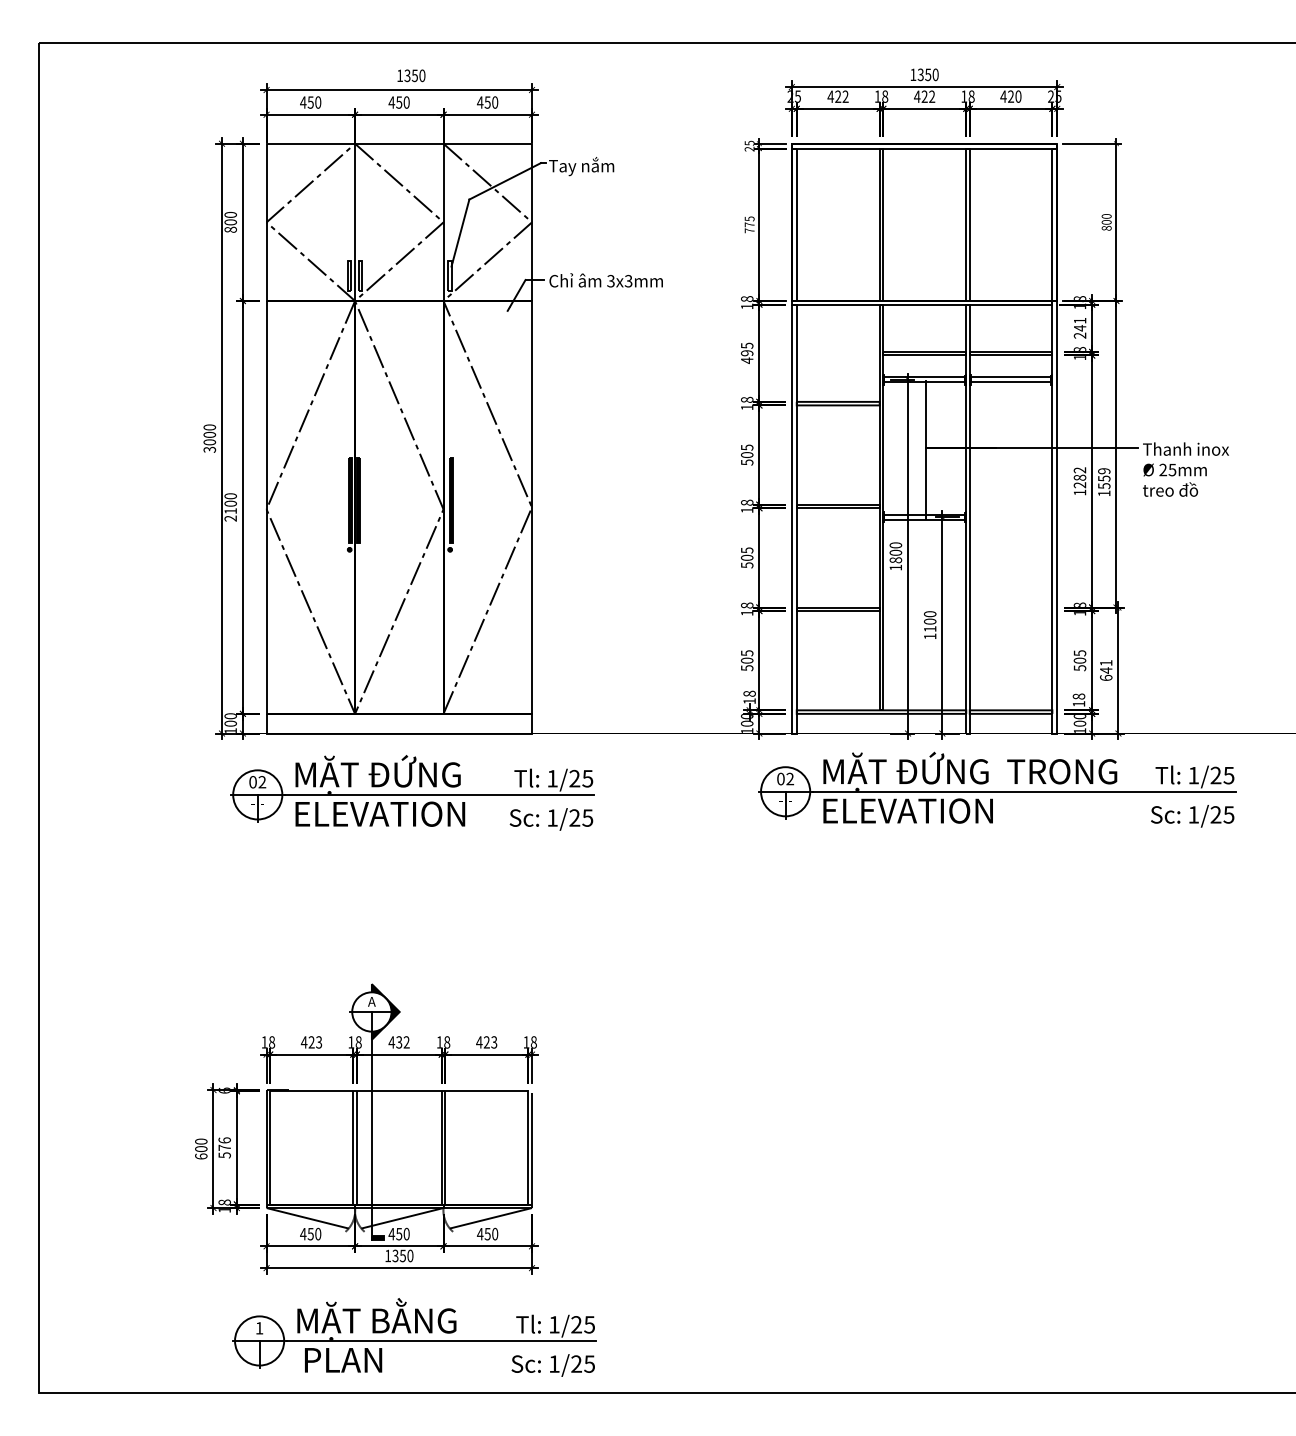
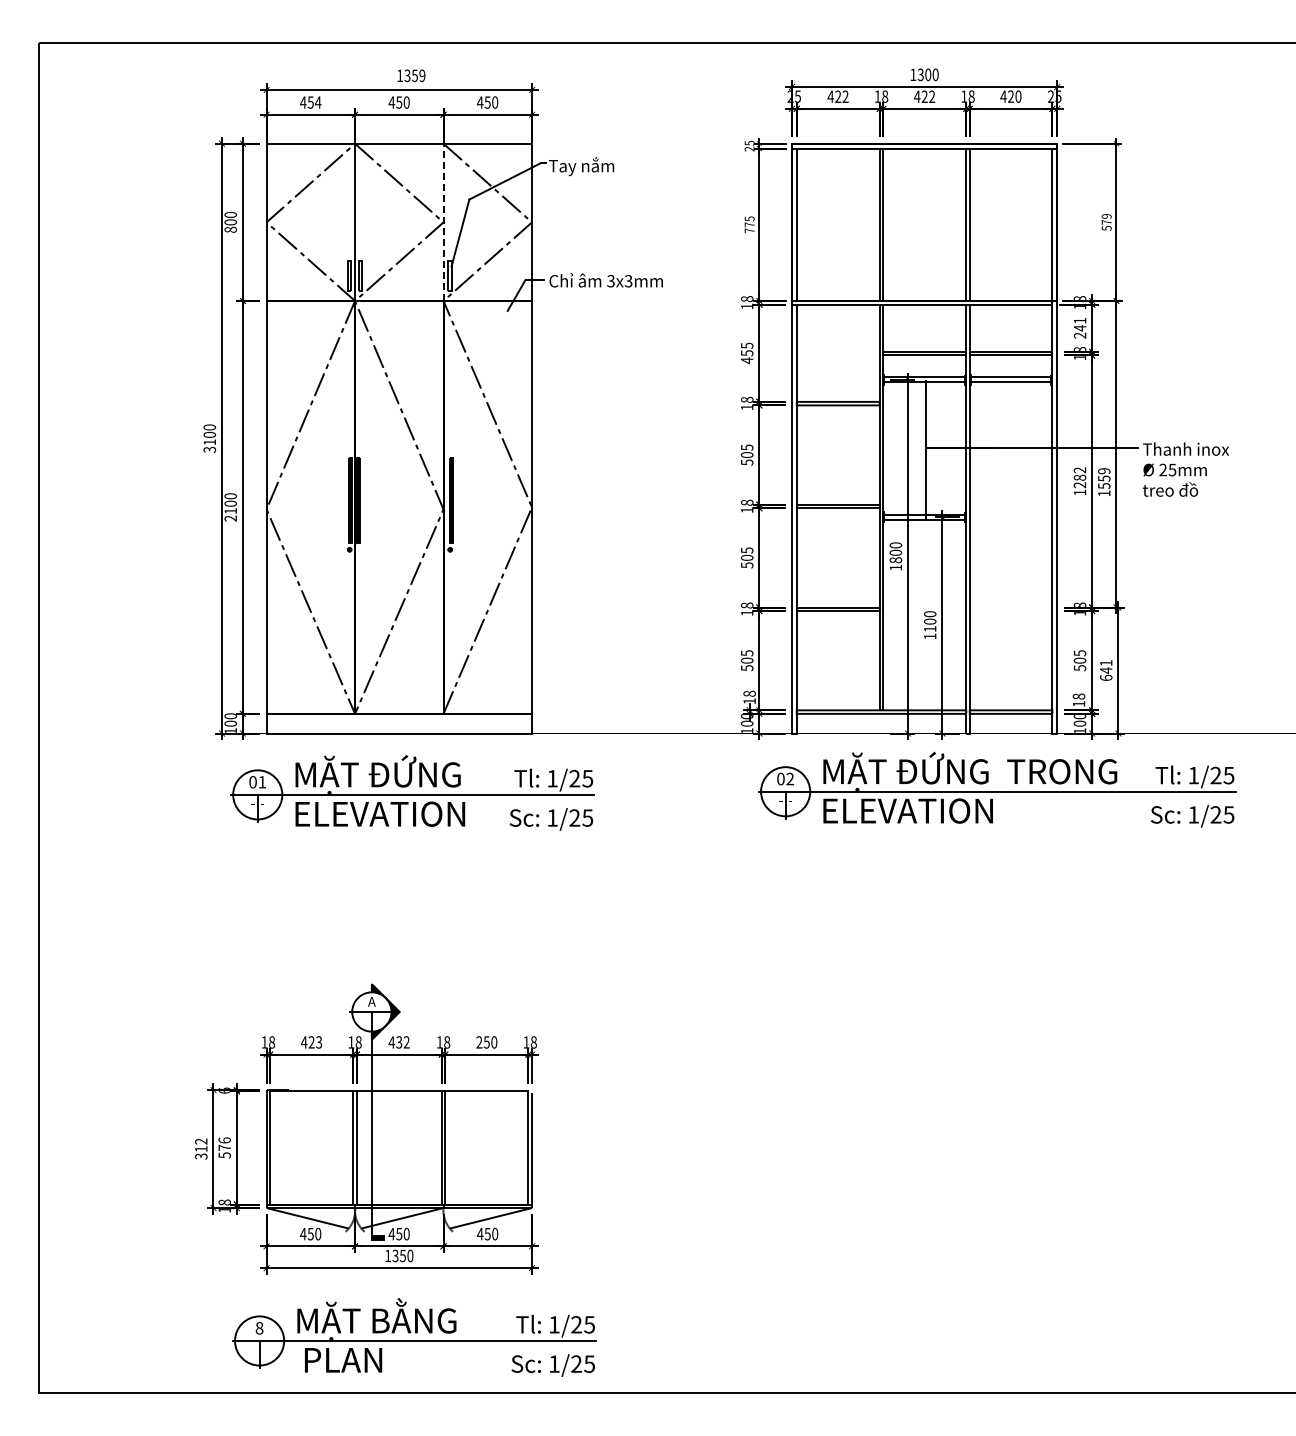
text at (928, 74): 1350 -> 1300
text at (422, 75): 1350 -> 1359
text at (317, 102): 450 -> 454
line at (443, 222): solid -> dashed
text at (1106, 222): 800 -> 579
text at (746, 353): 495 -> 455
text at (209, 442): 3000 -> 3100
text at (262, 782): 02 -> 01
text at (486, 1042): 423 -> 250
text at (201, 1148): 600 -> 312
text at (259, 1328): 1 -> 8
